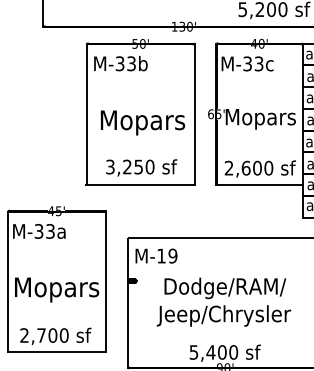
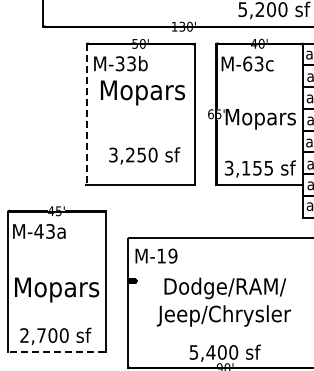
text at (247, 63): M-33c -> M-63c
line at (86, 114): solid -> dashed
text at (143, 122) position: (143, 122) -> (143, 92)
text at (141, 167) position: (141, 167) -> (144, 155)
text at (249, 167): 2,600 -> 3,155
text at (38, 231): M-33a -> M-43a
line at (56, 352): solid -> dashed
